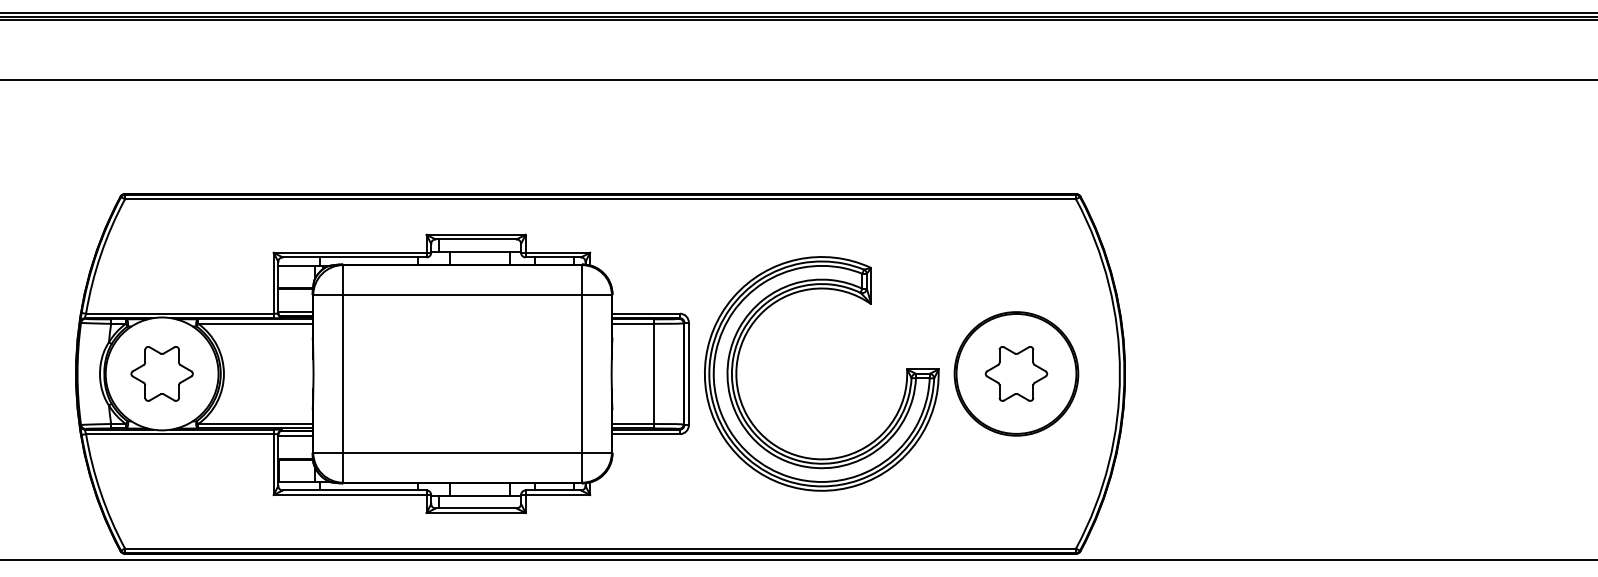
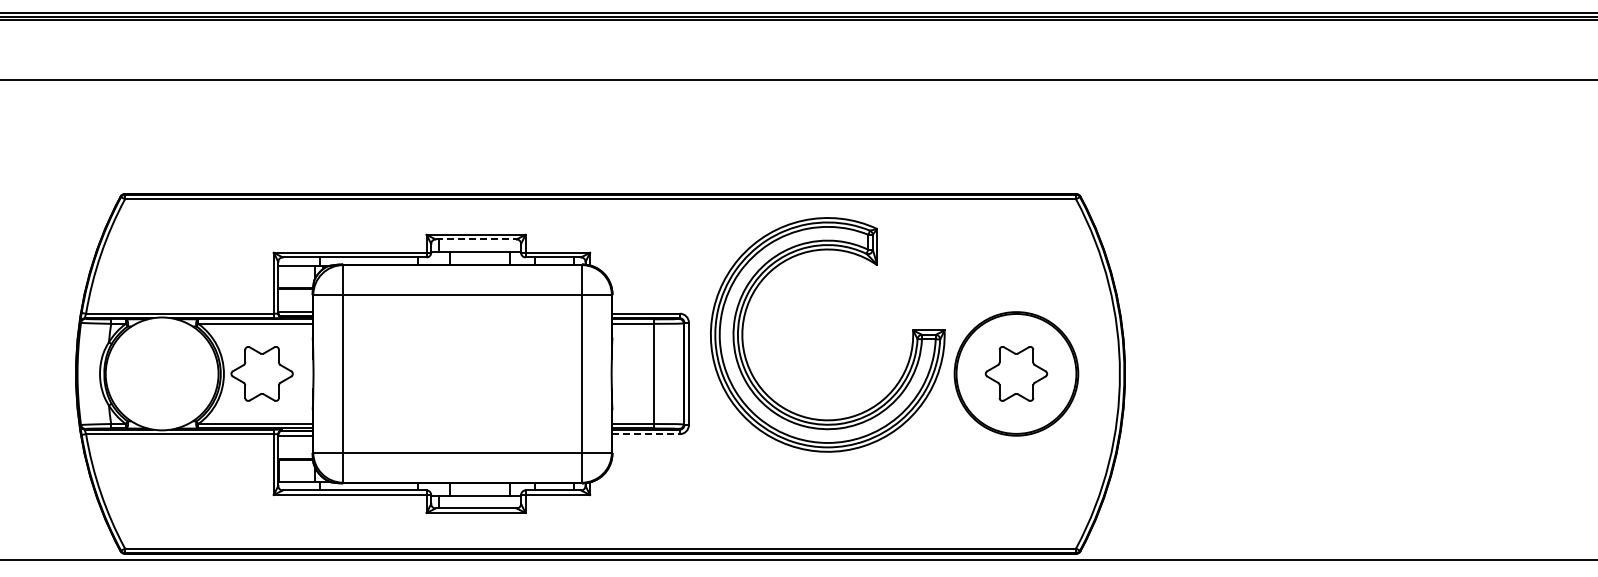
line at (476, 239): solid -> dashed
part at (771, 306) position: (771, 306) -> (777, 267)
part at (161, 373) position: (161, 373) -> (261, 373)
line at (646, 434): solid -> dashed
